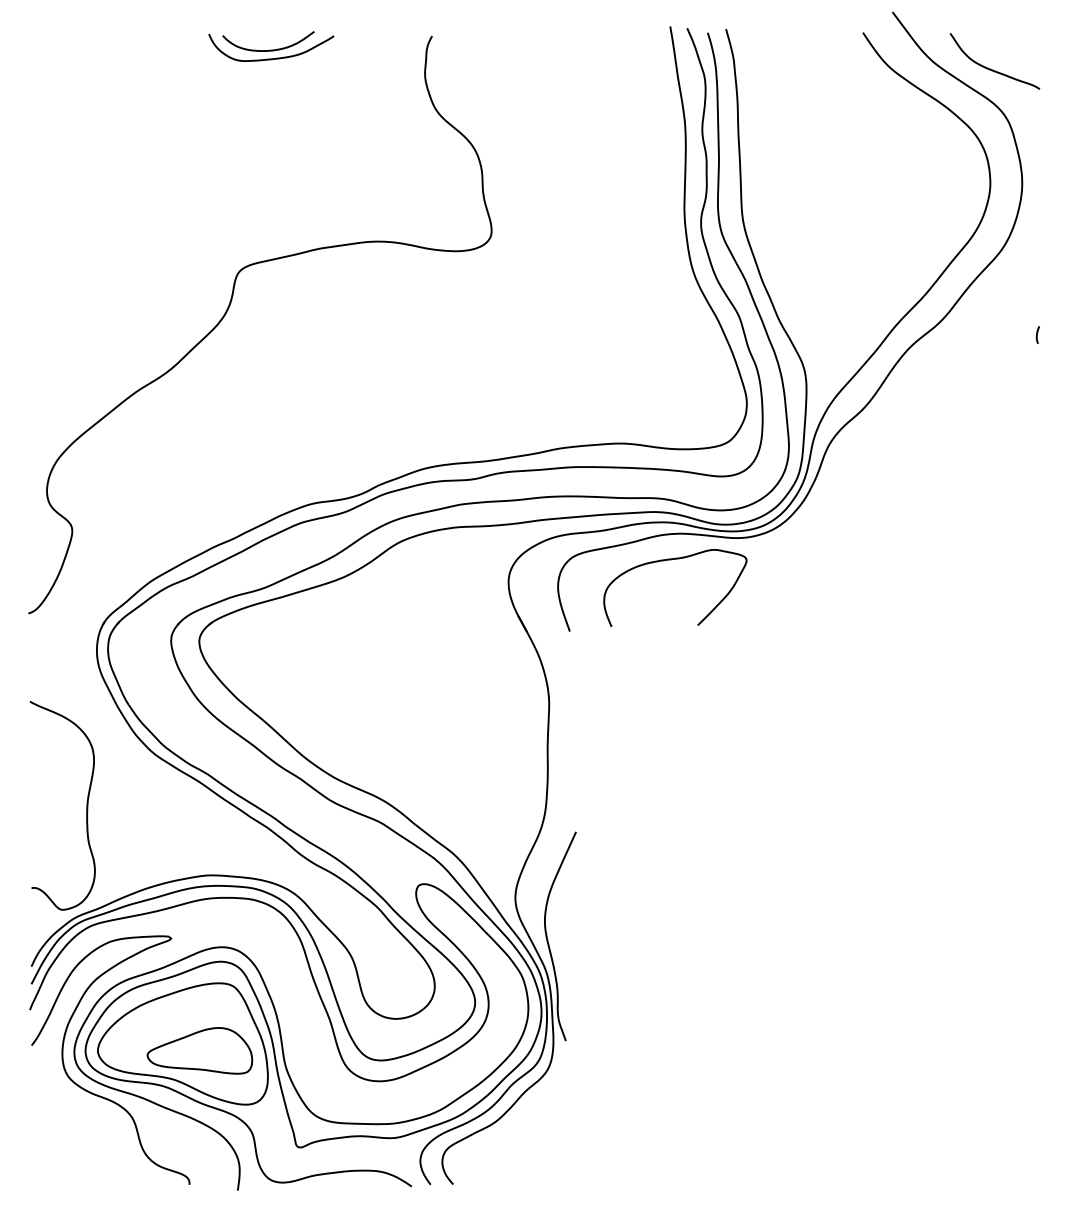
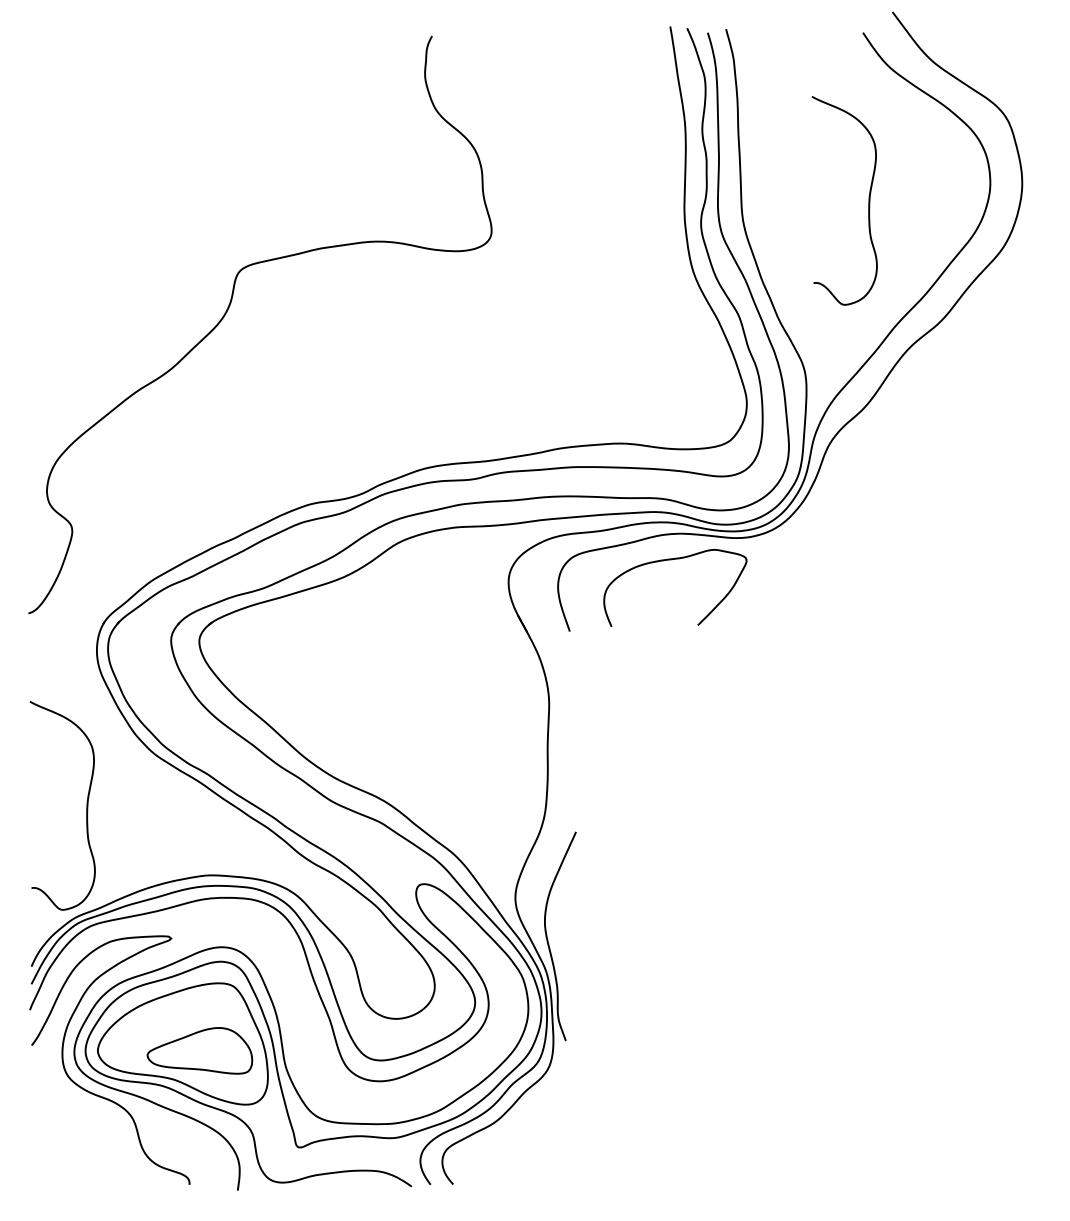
part at (271, 46): present -> none
curve at (990, 68): present -> none
curve at (868, 200): none -> present
curve at (1037, 334): present -> none
